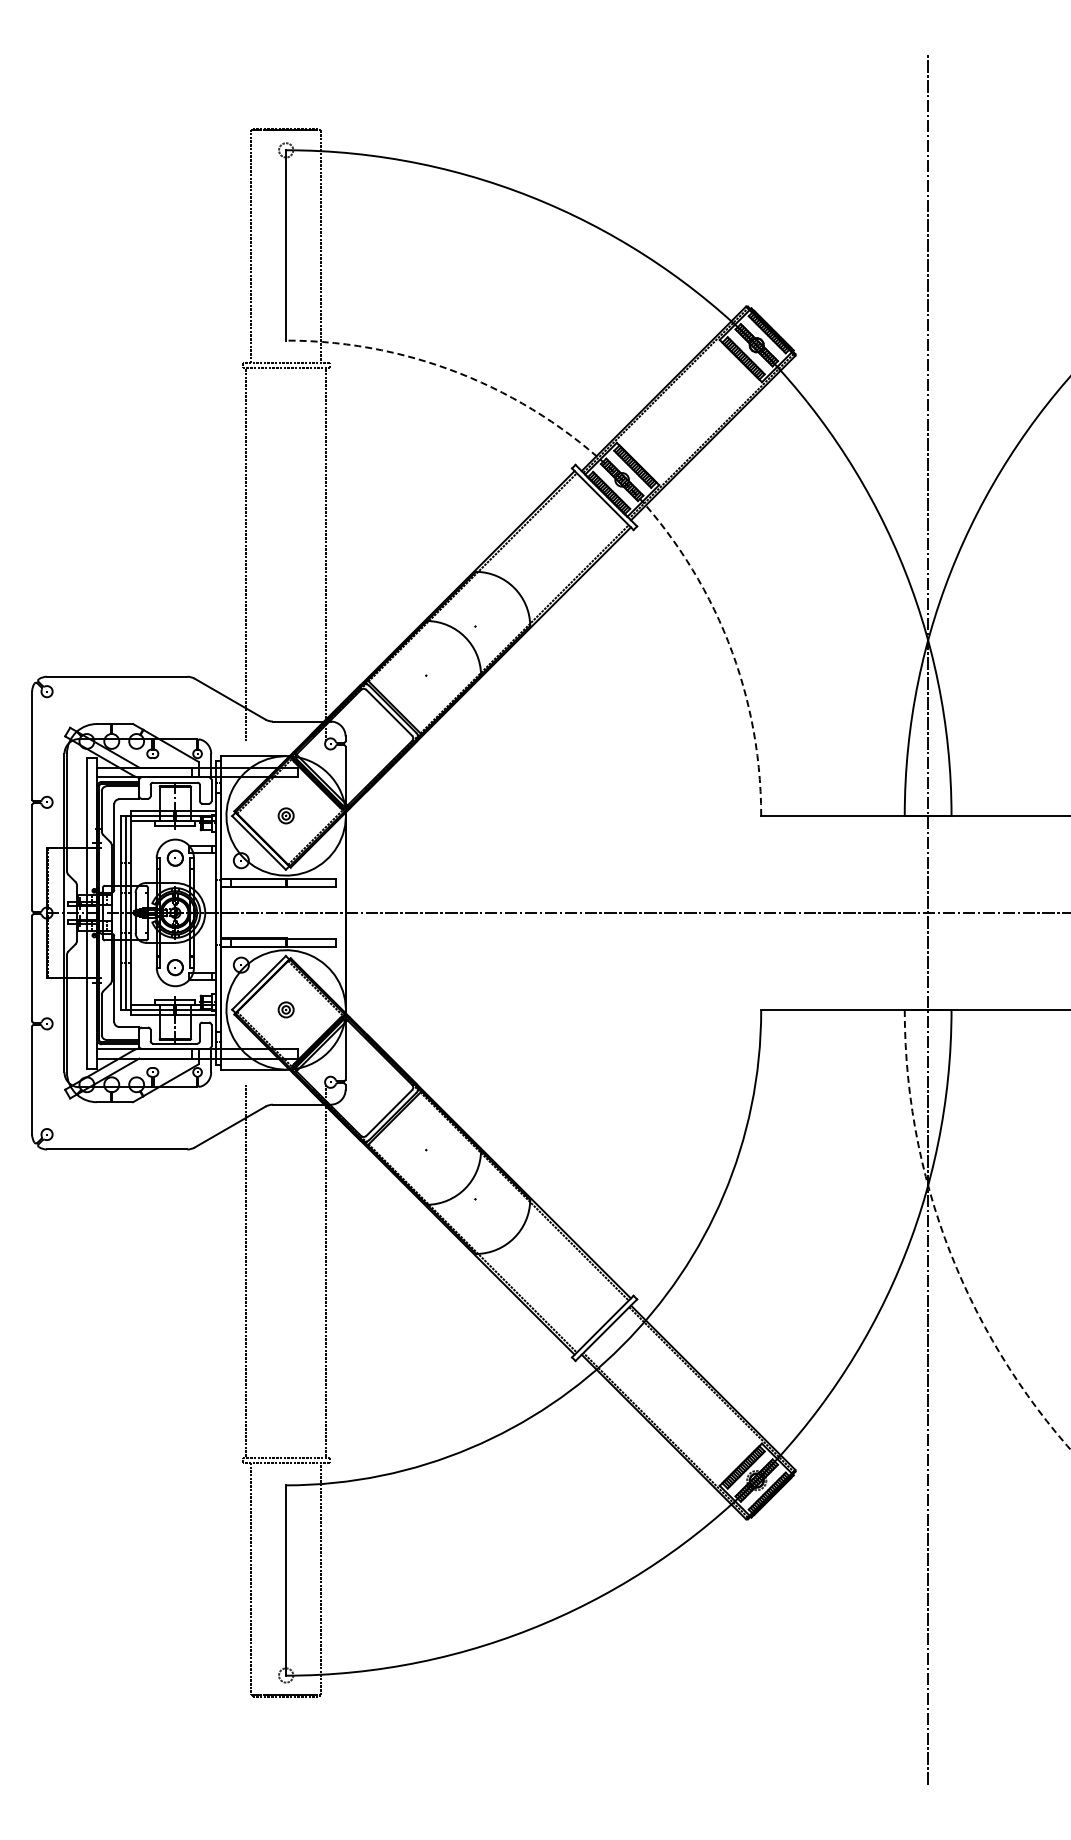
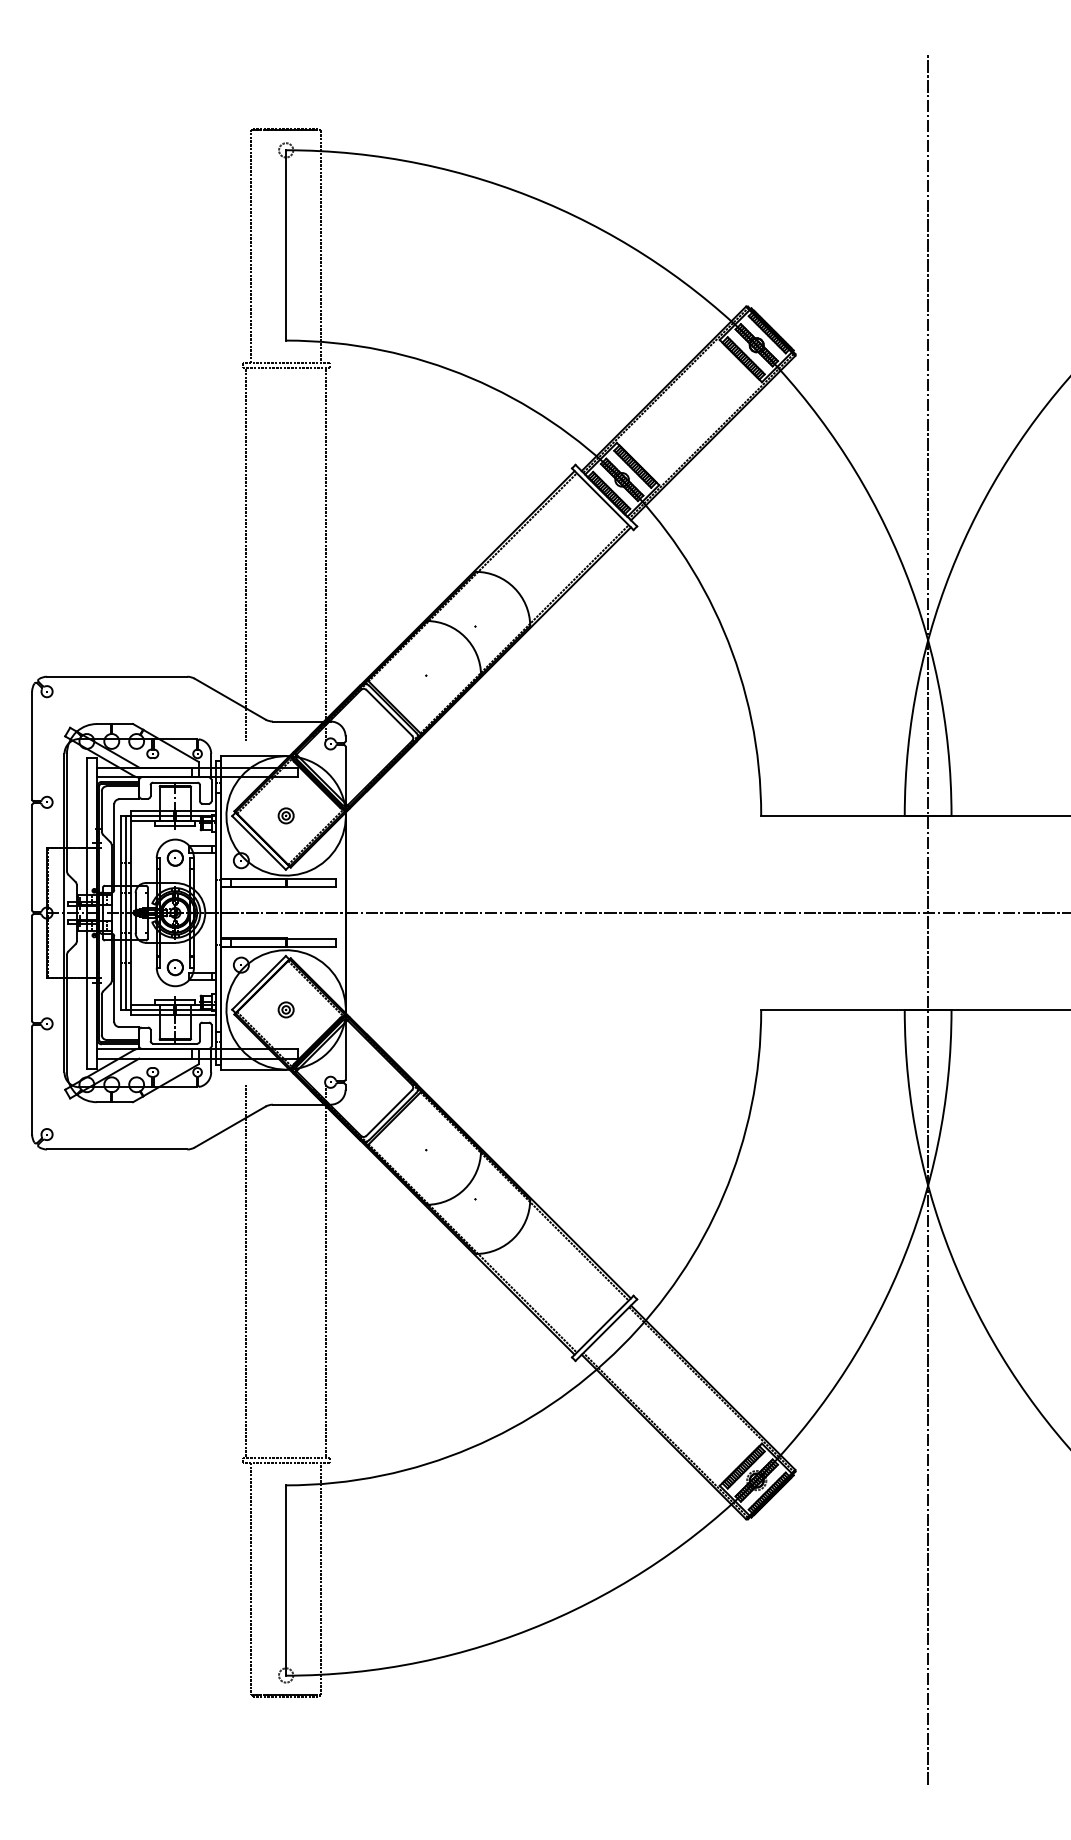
arc at (621, 479): dashed -> solid
arc at (948, 1246): dashed -> solid
